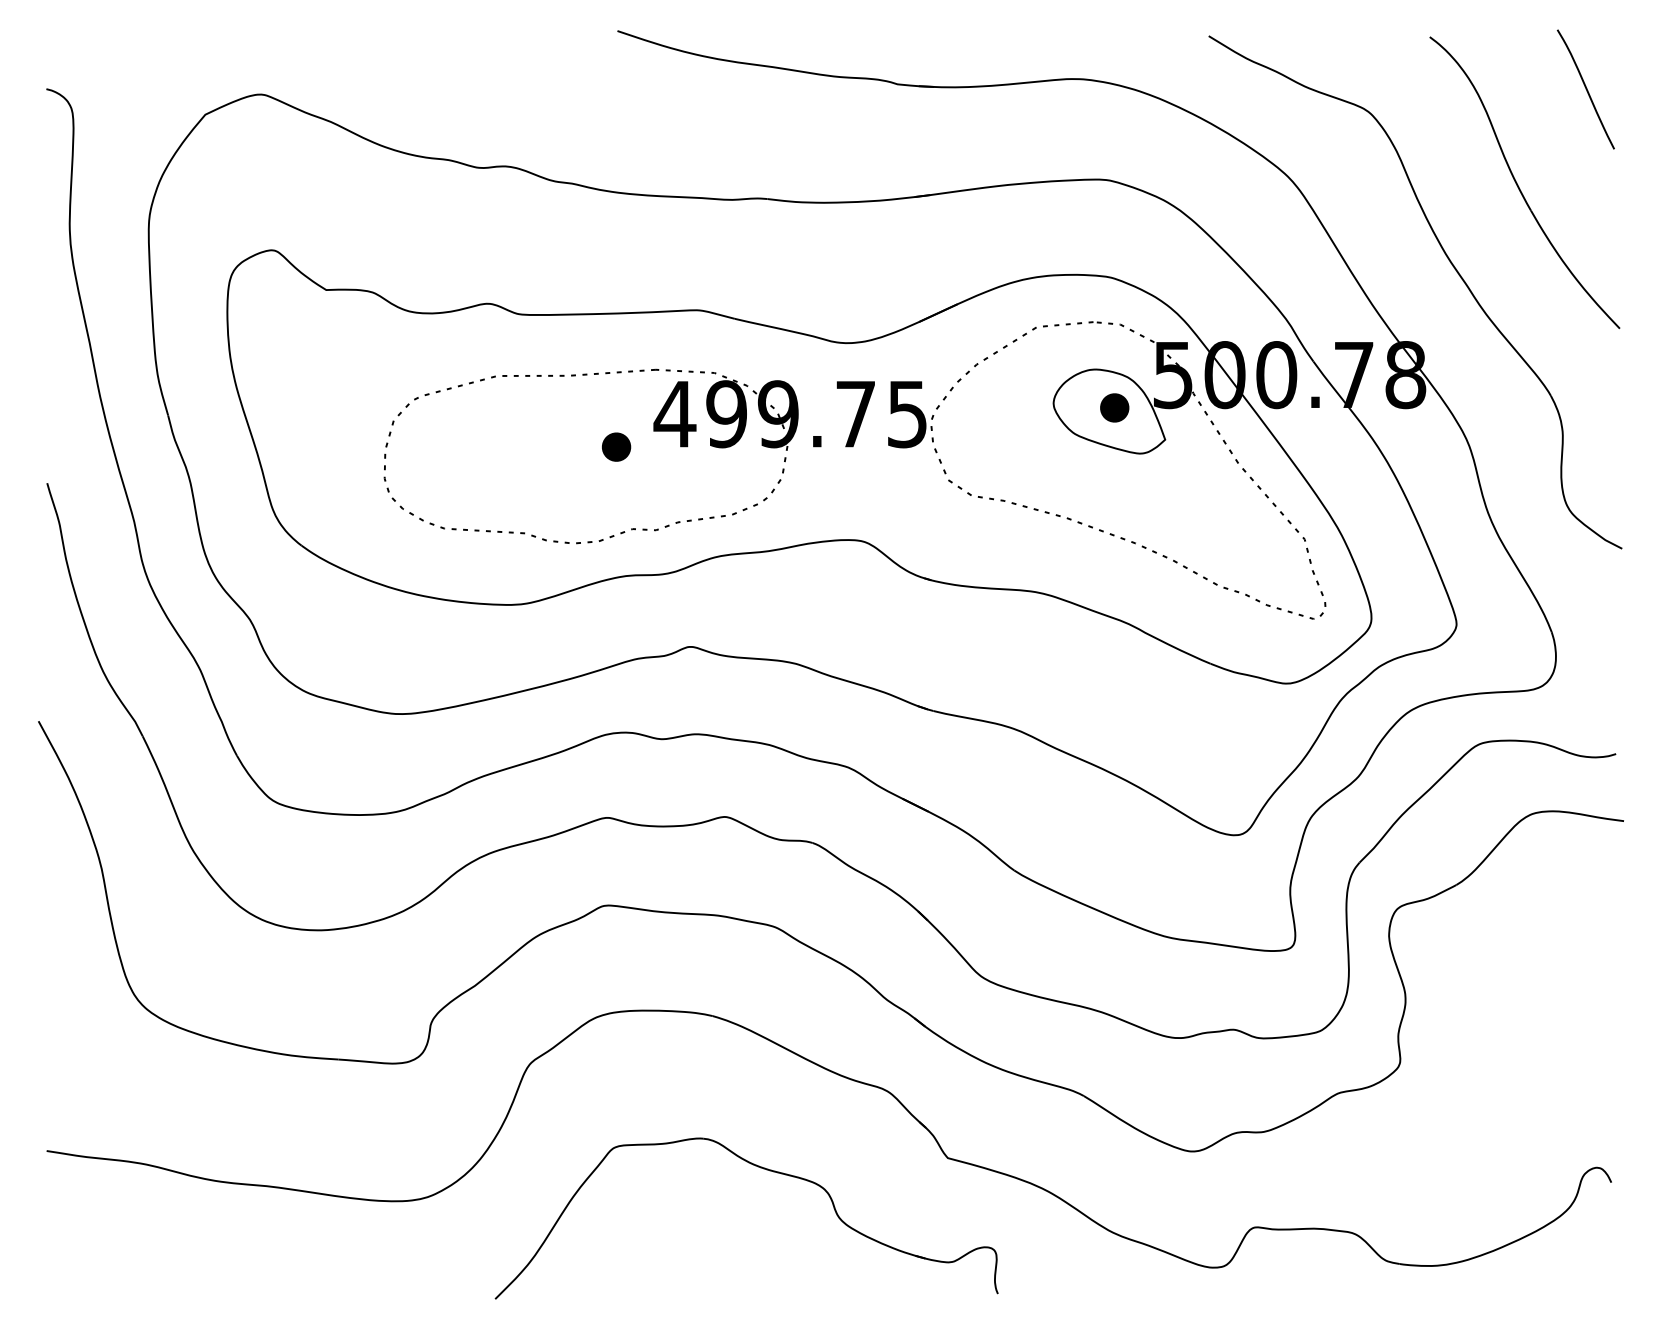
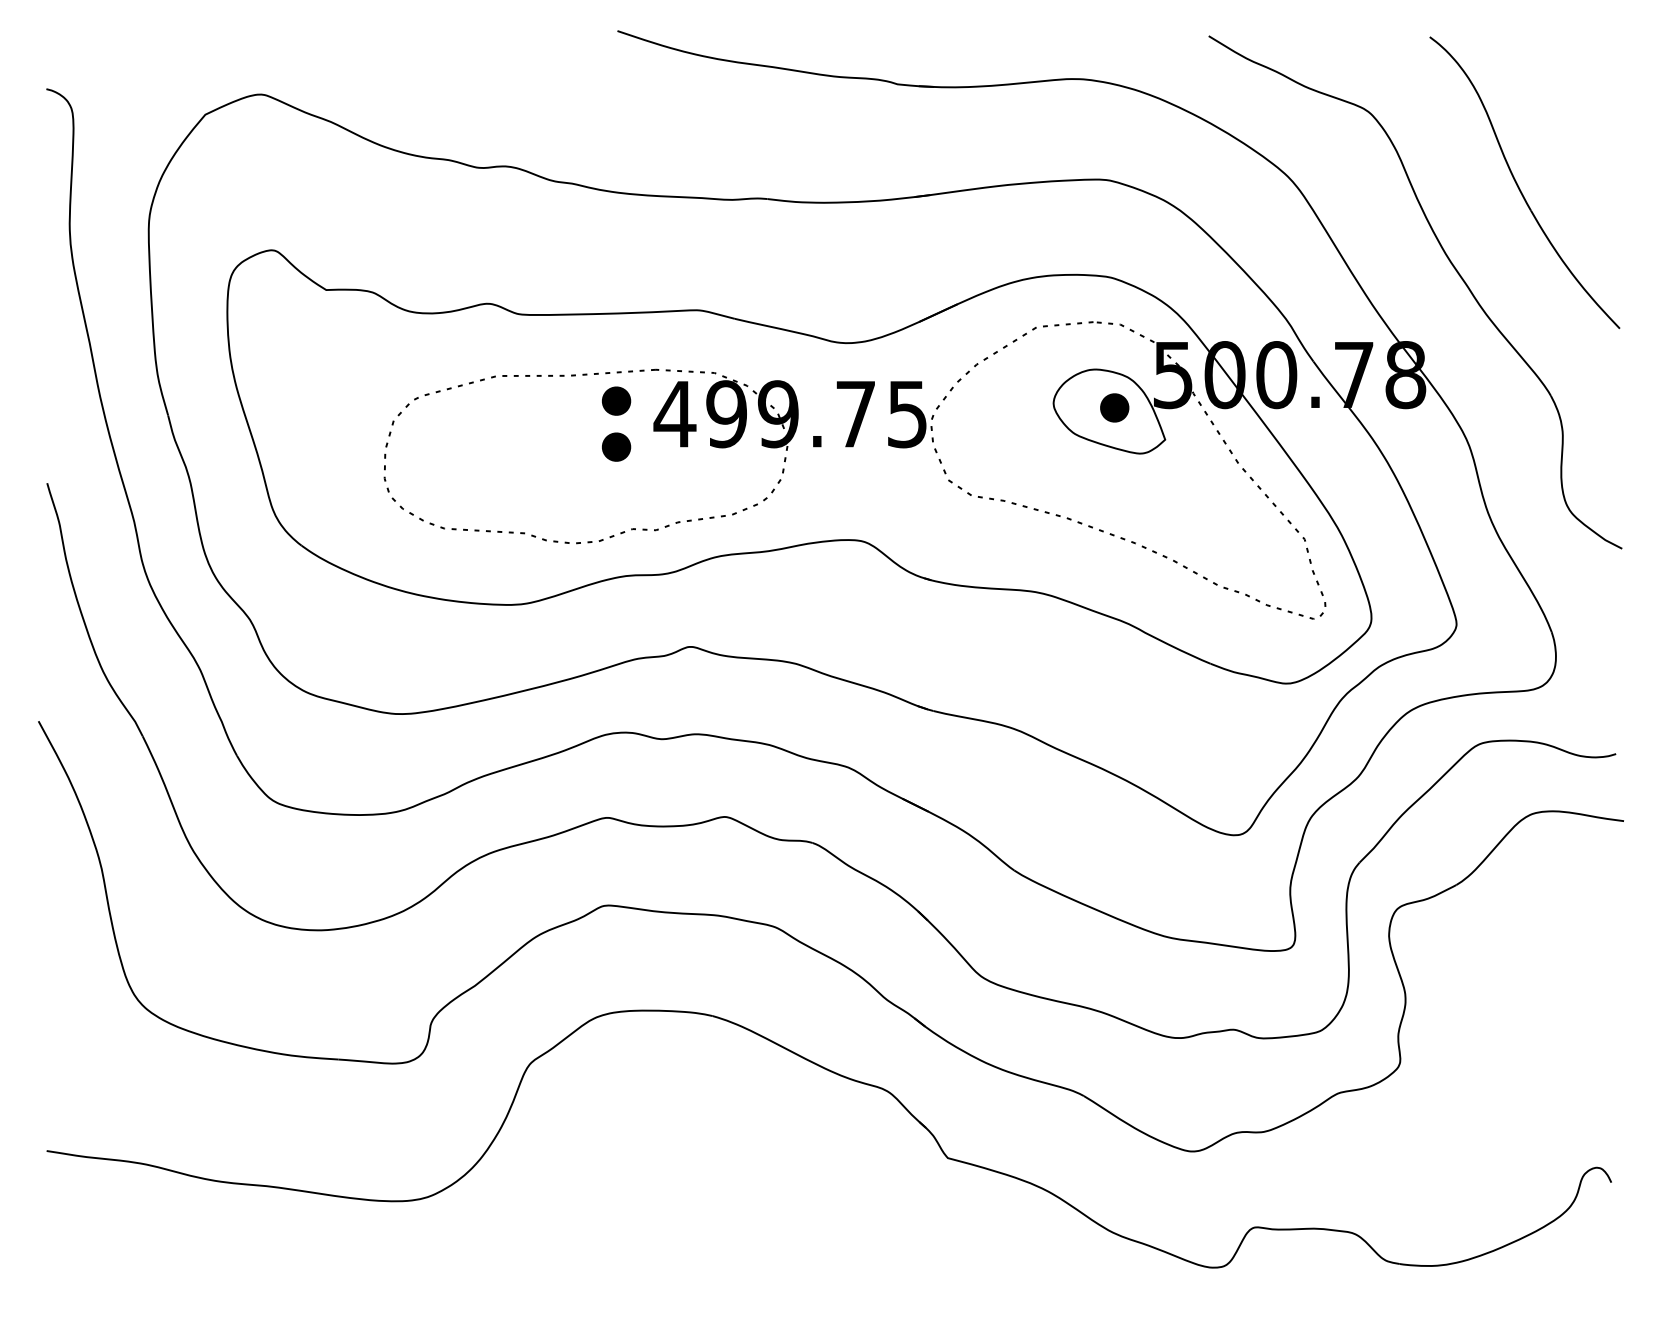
curve at (1585, 89): present -> none
part at (616, 400): none -> present
part at (763, 1169): present -> none
